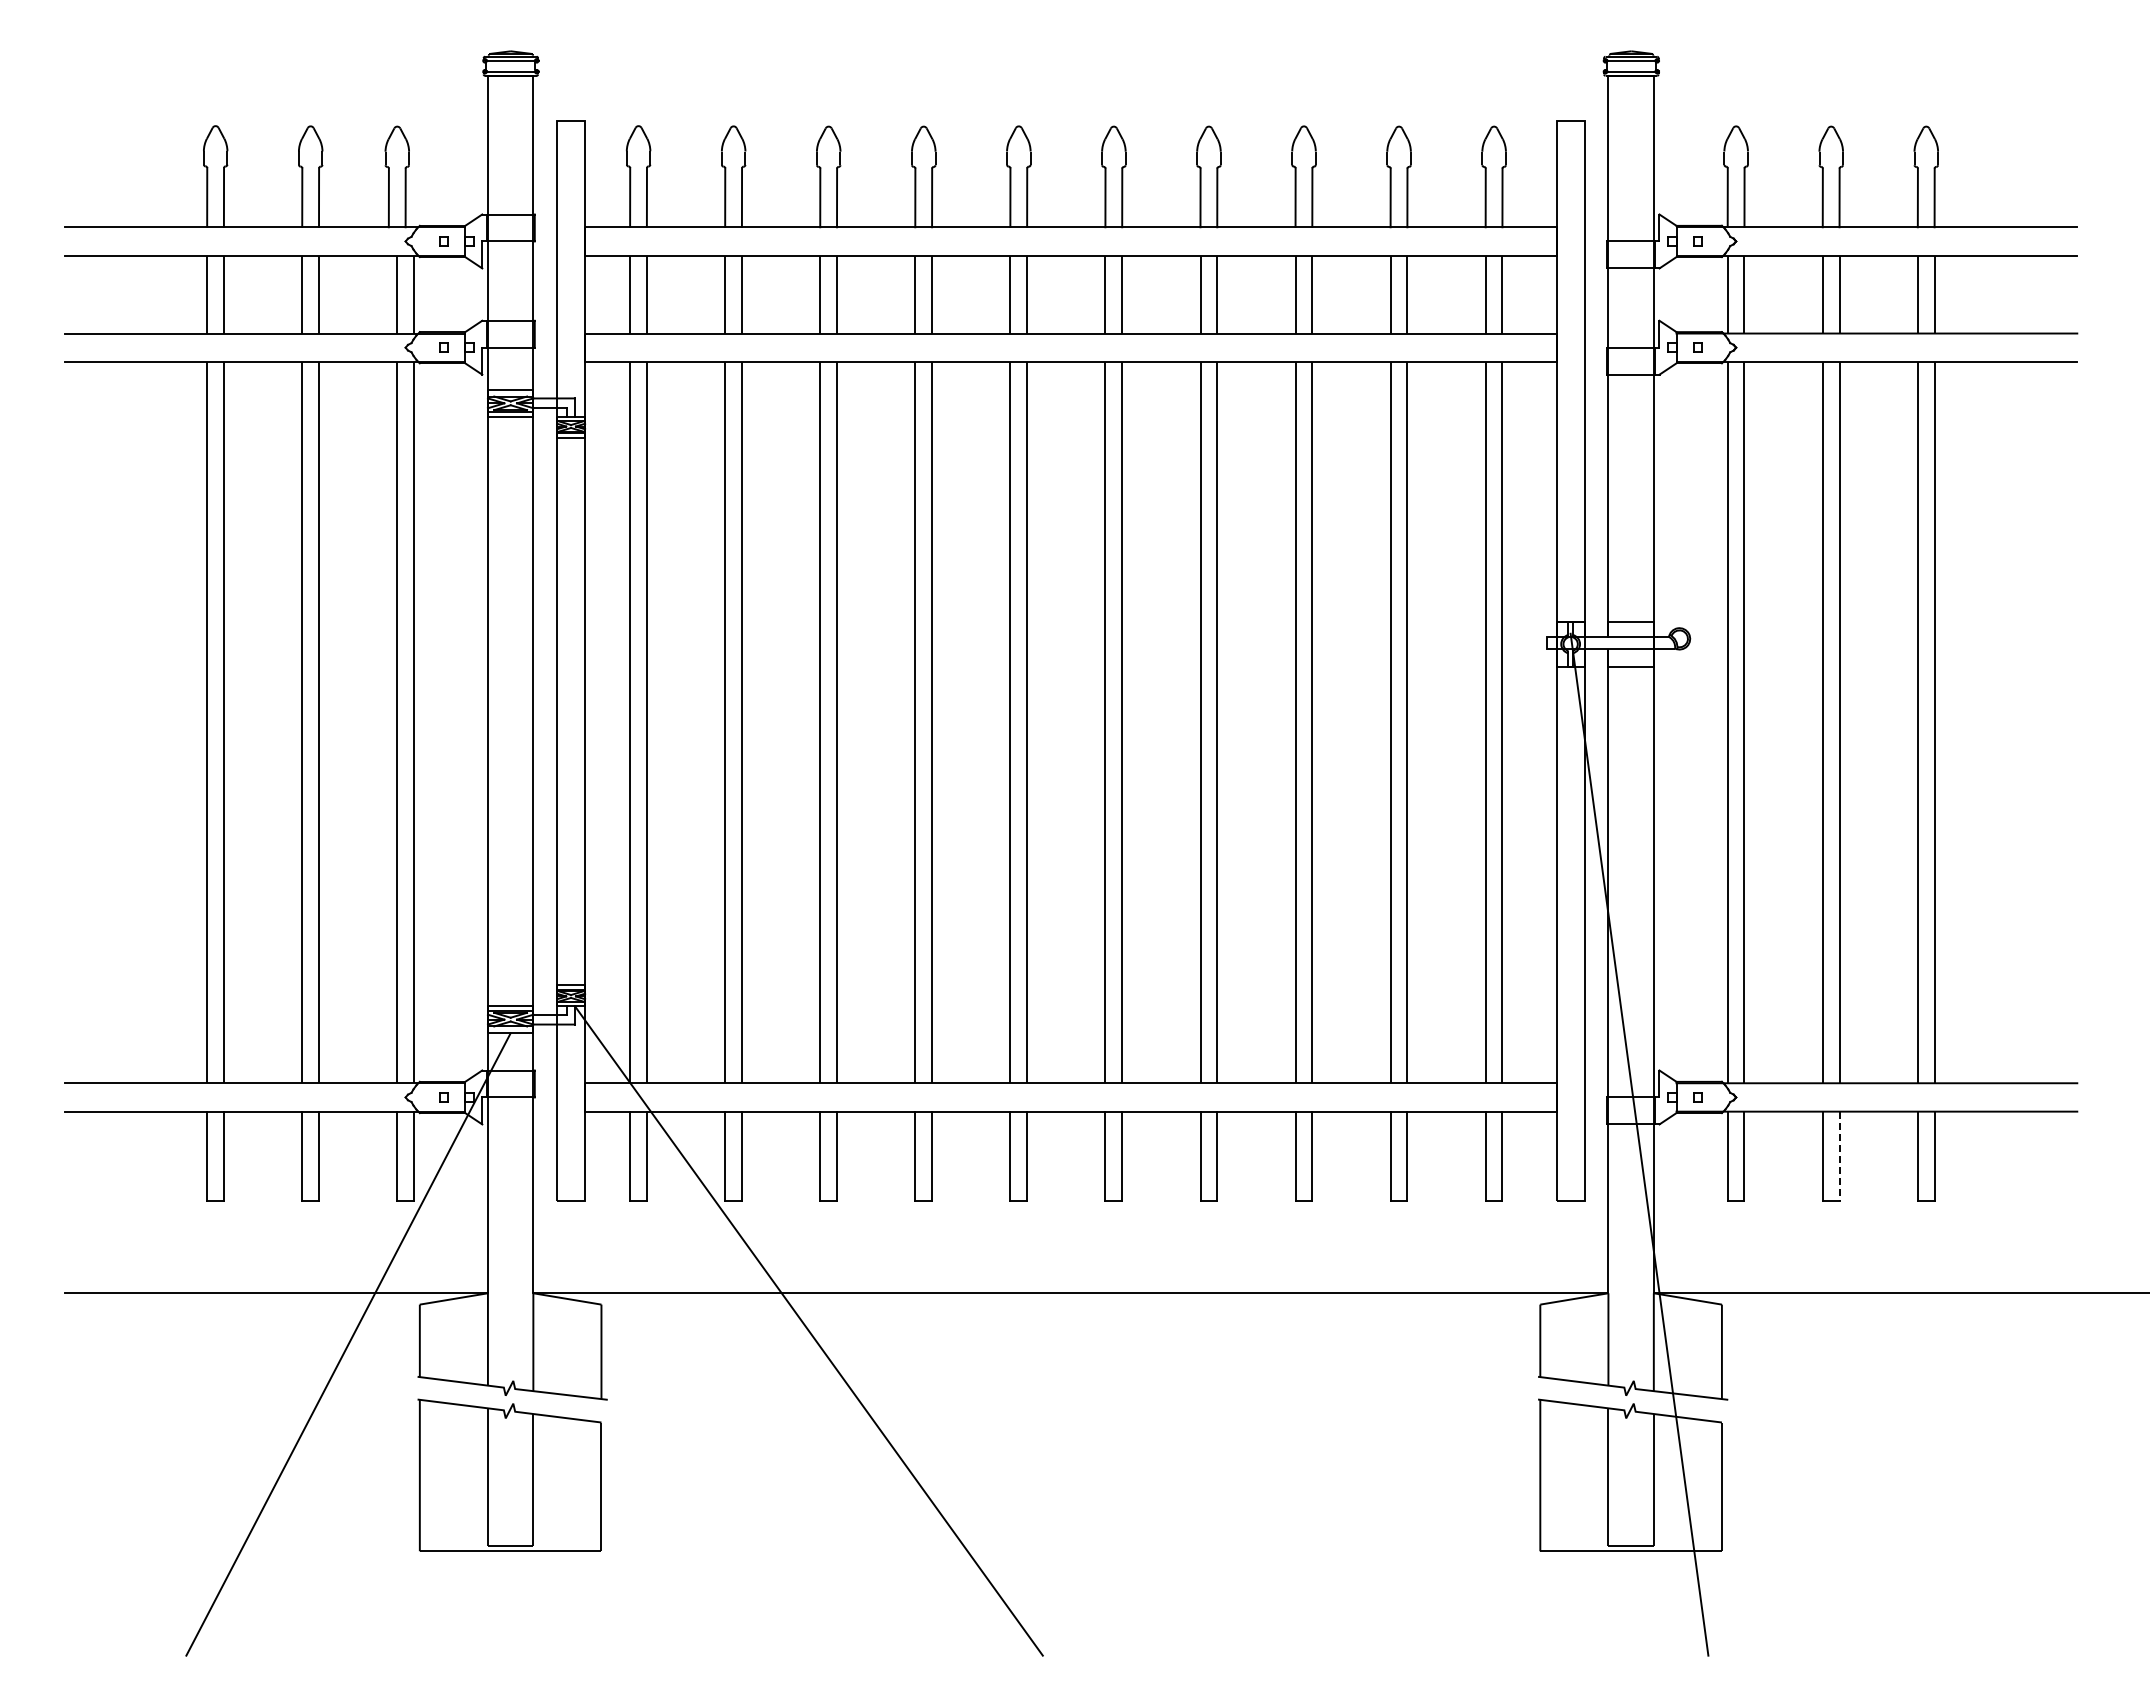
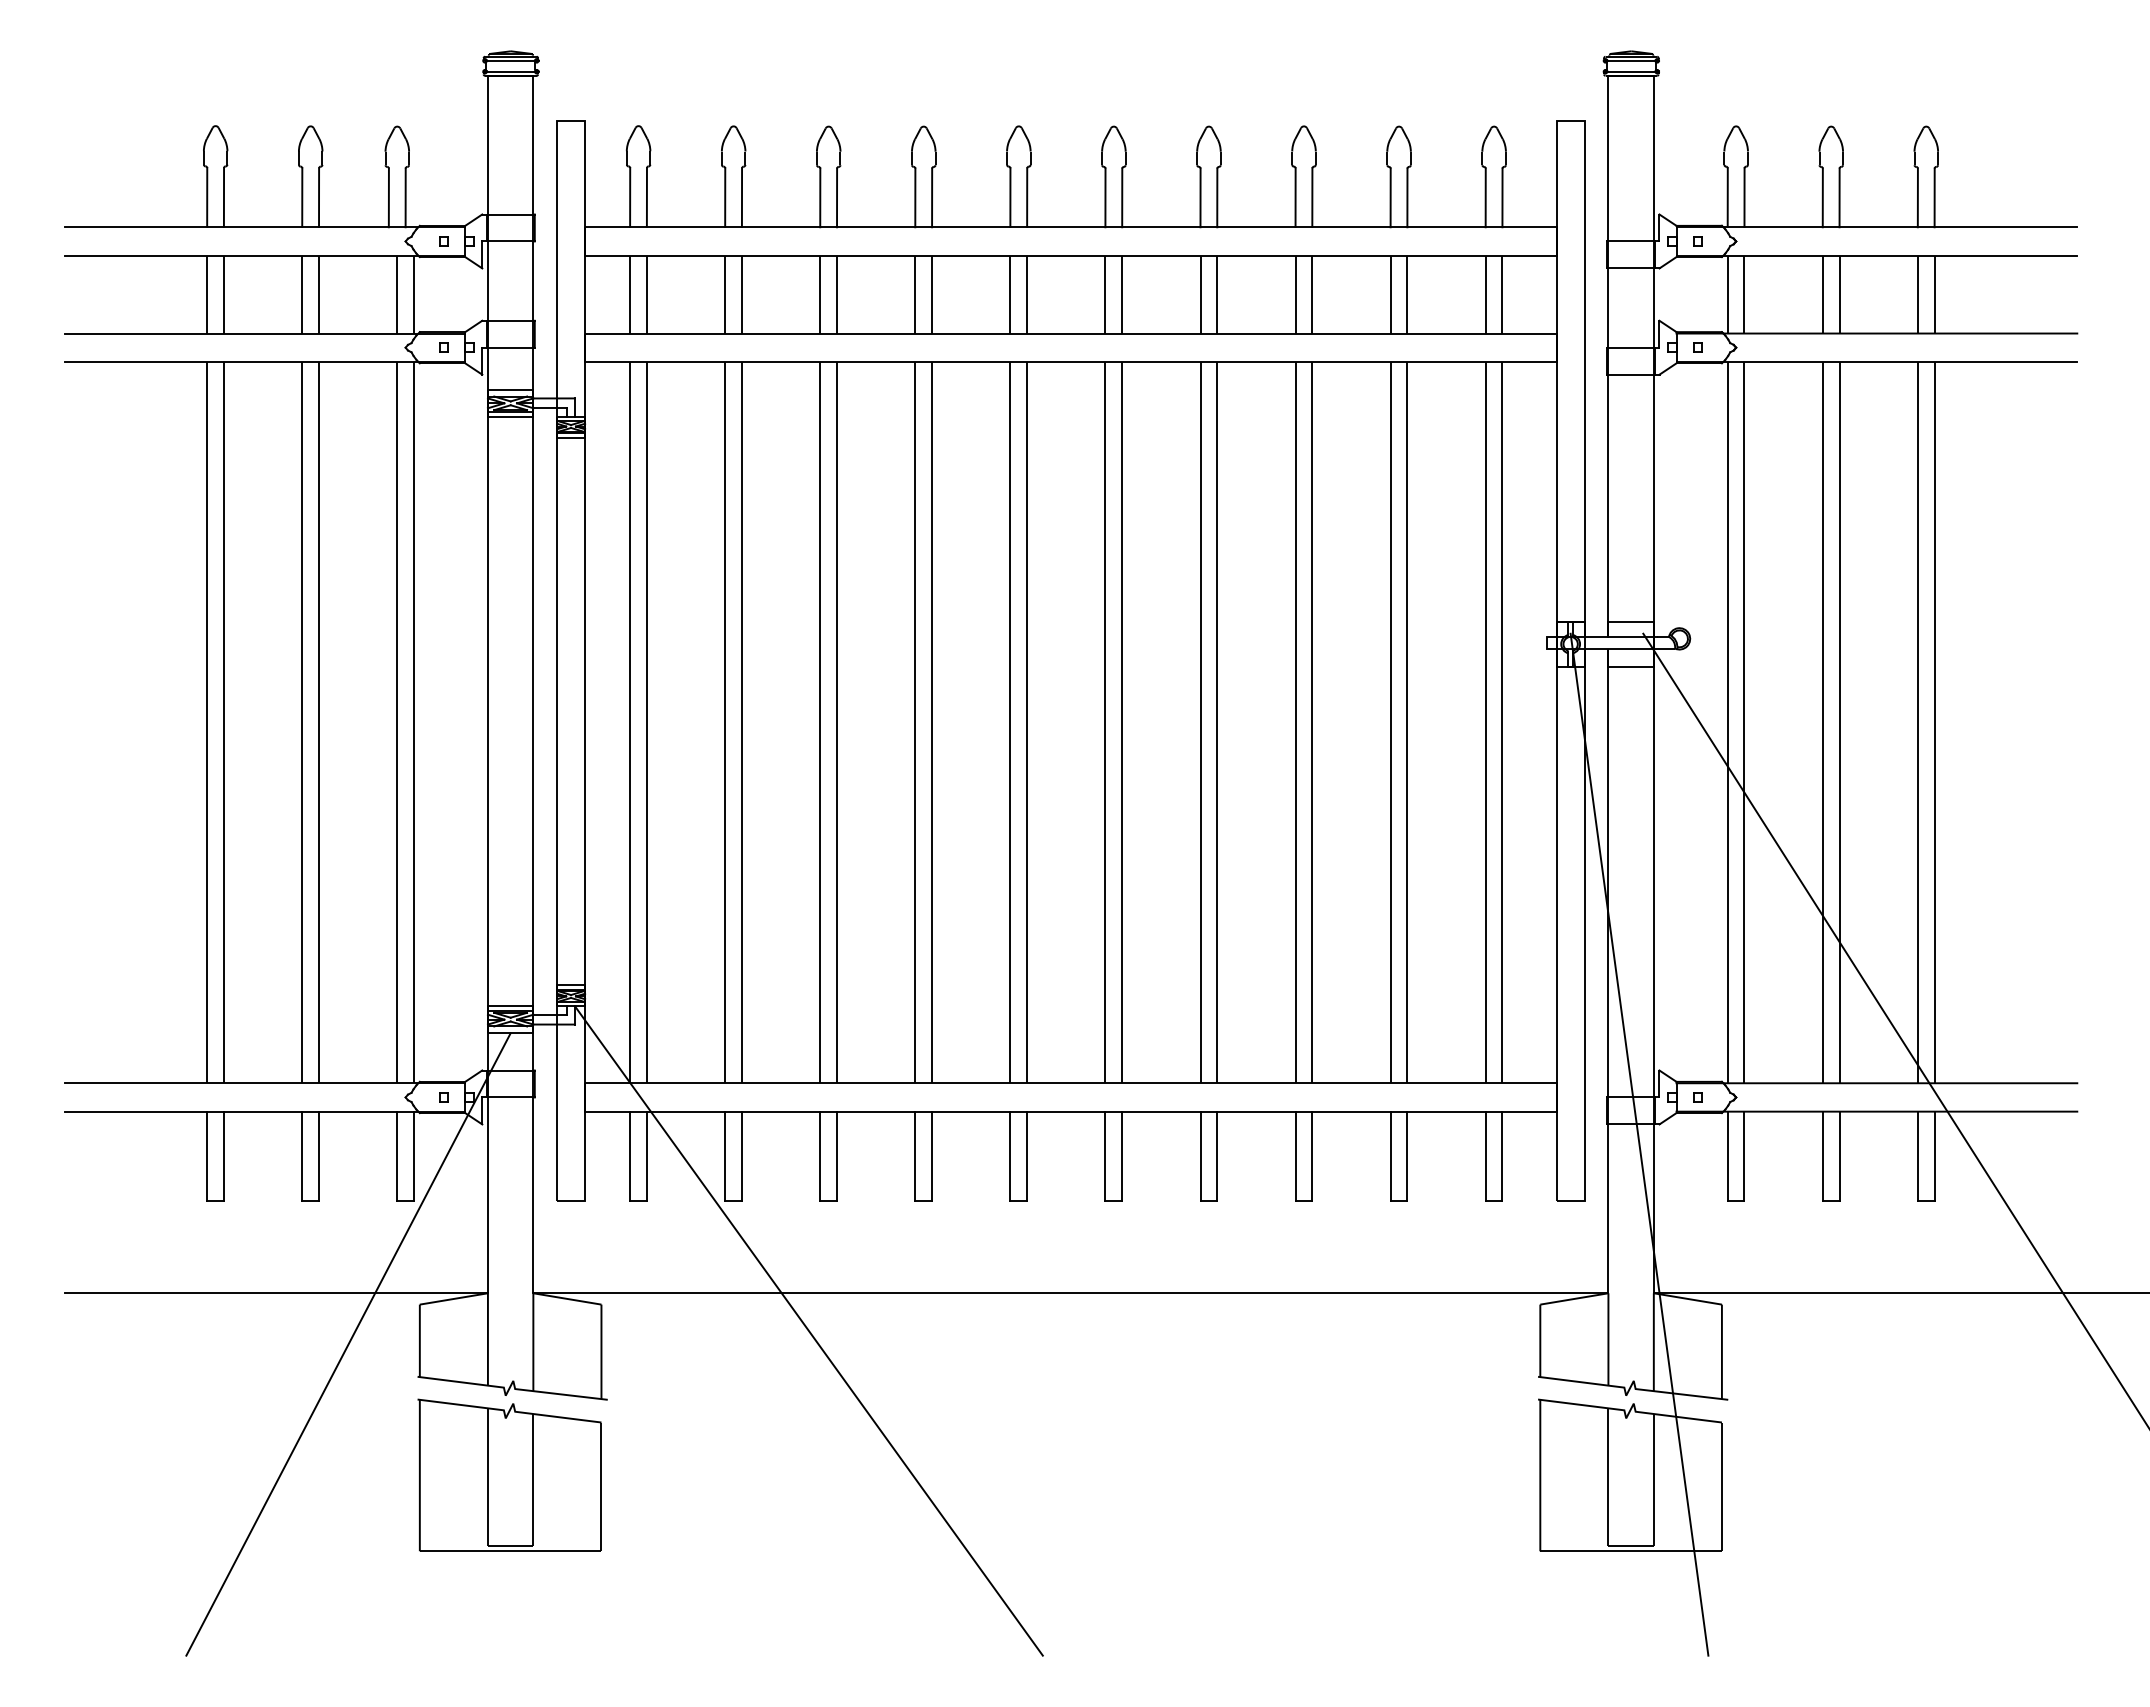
line at (1894, 1028): none -> present
line at (1839, 1156): dashed -> solid
